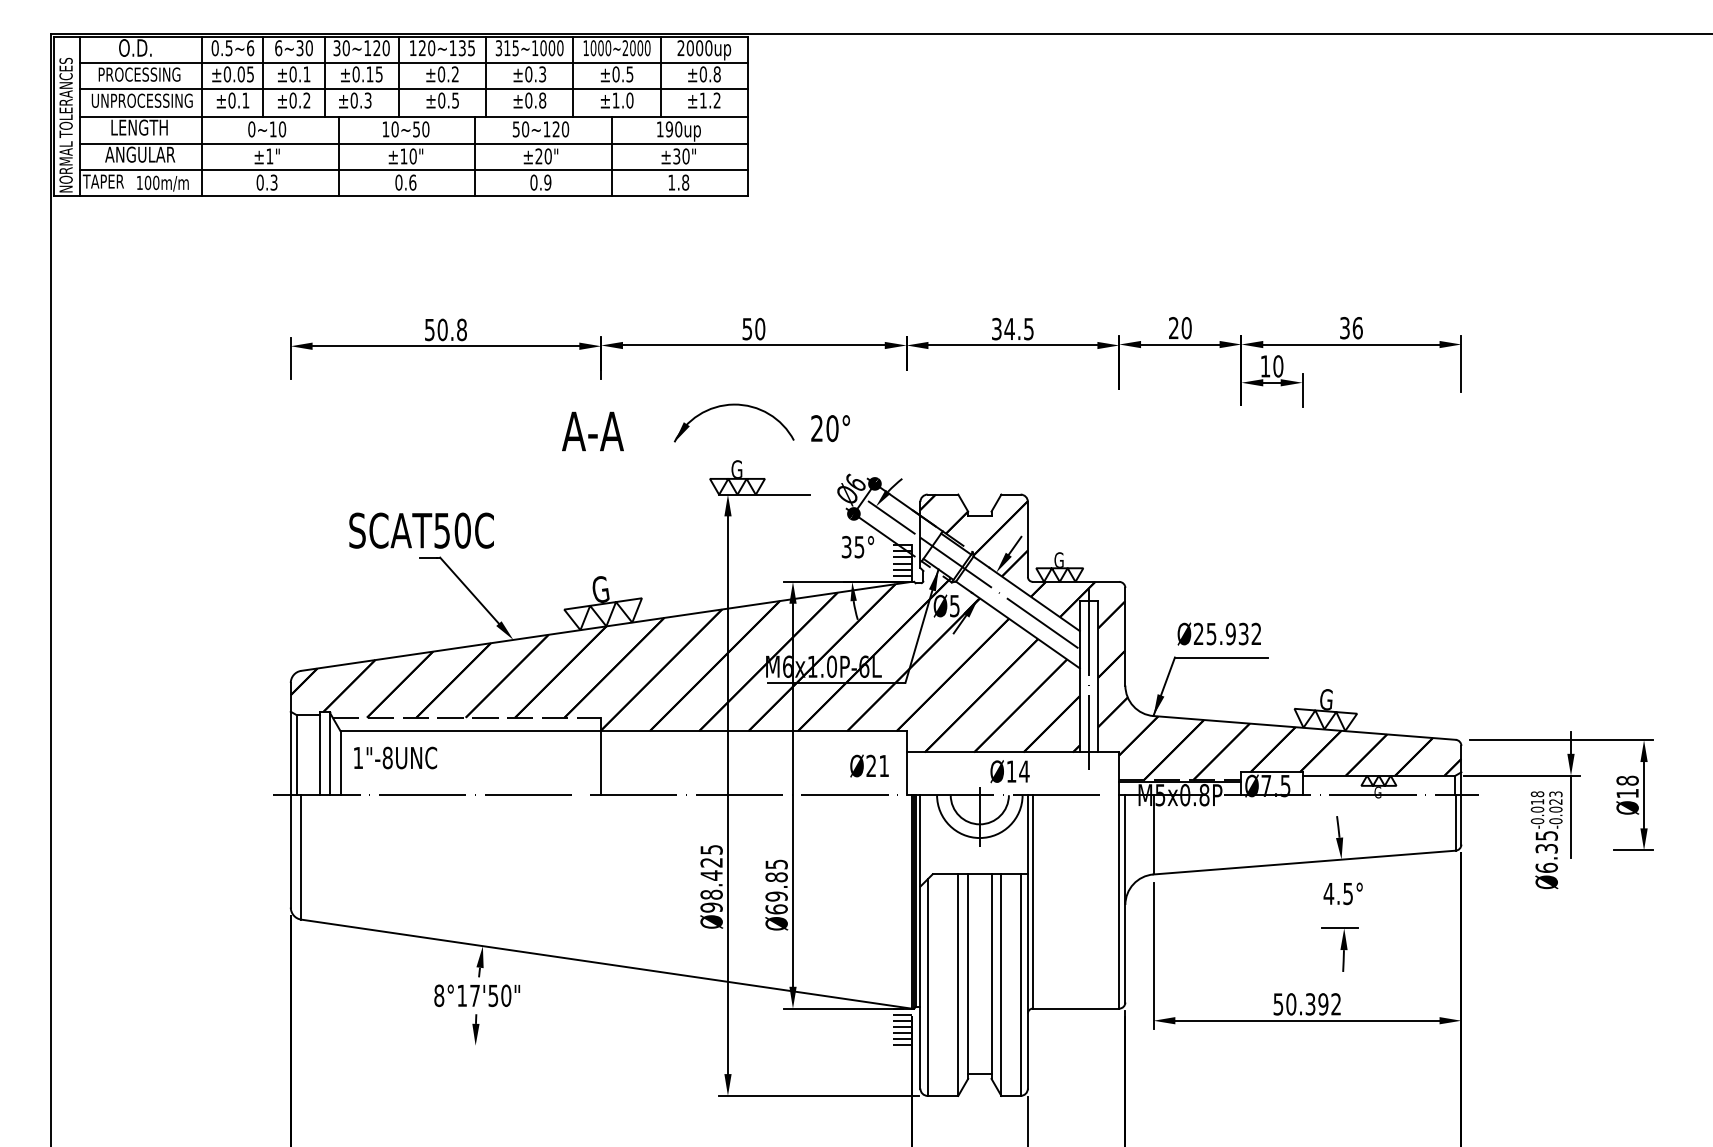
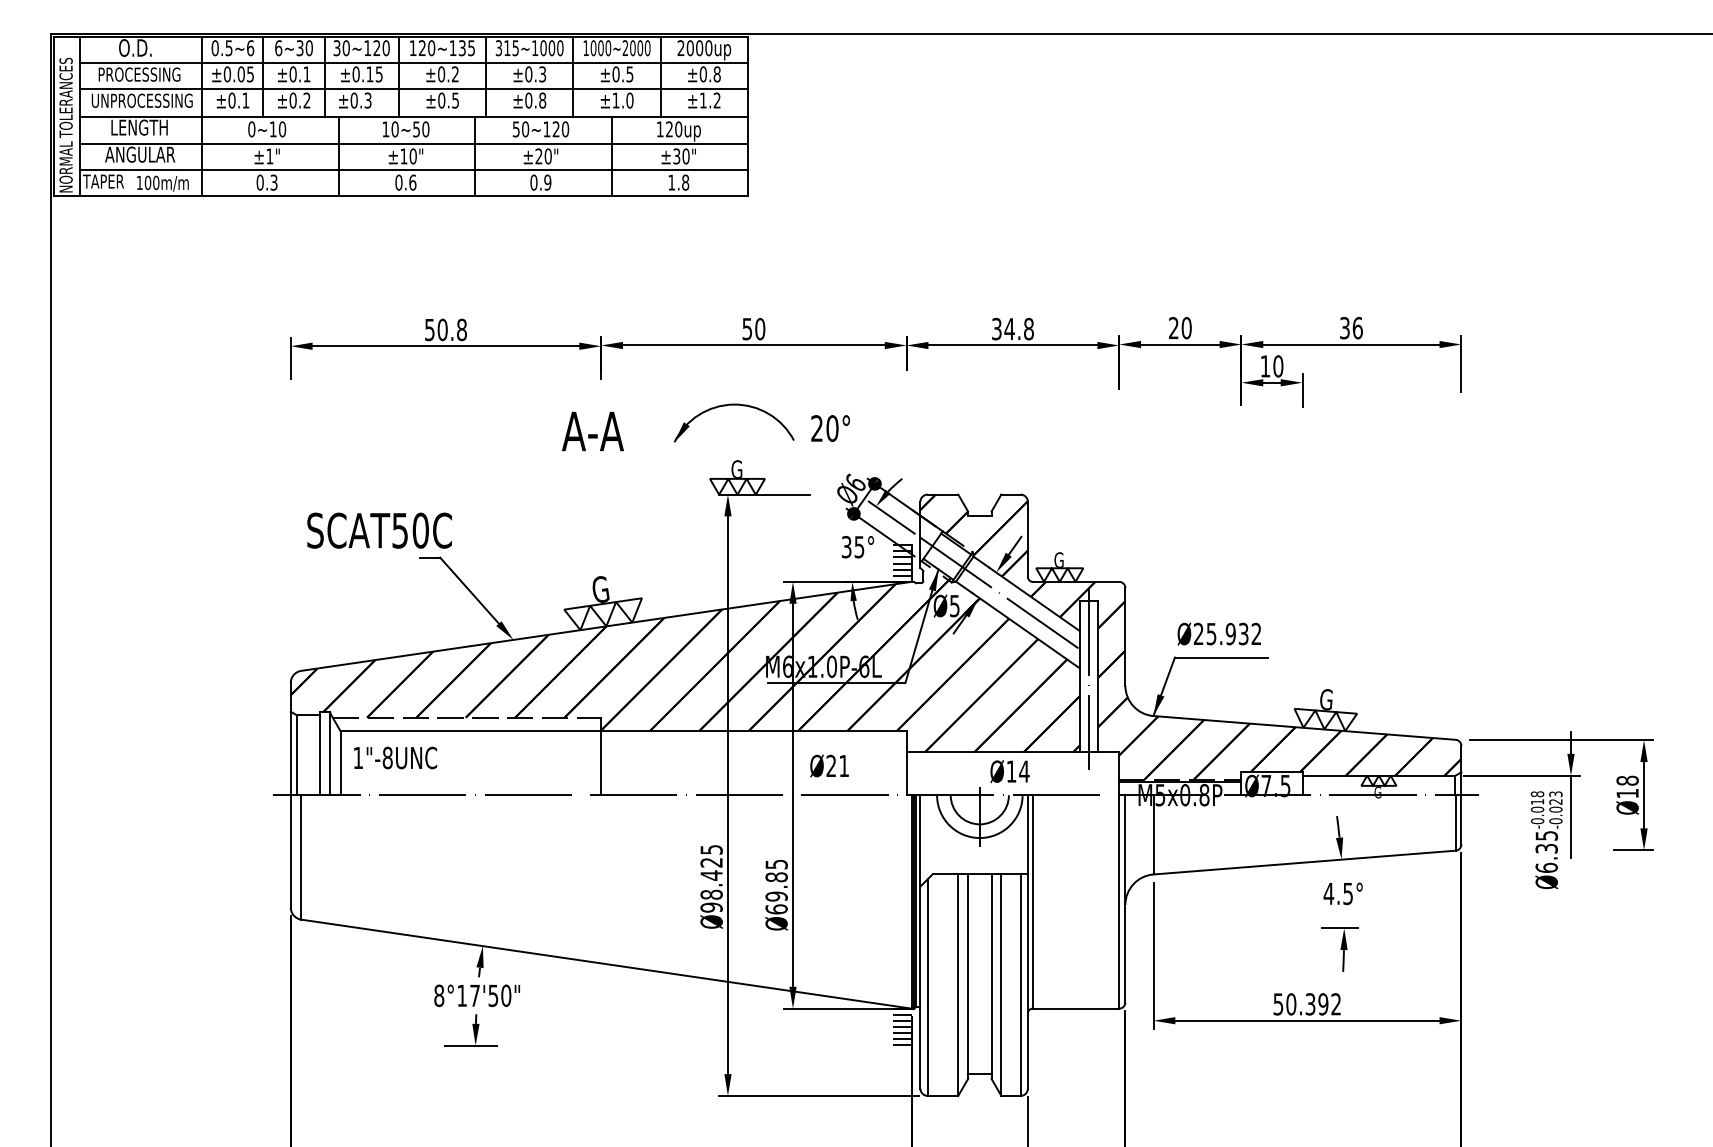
text at (669, 129): 190up -> 120up
text at (1028, 328): 34.5 -> 34.8
text at (421, 530) position: (421, 530) -> (379, 530)
text at (869, 765) position: (869, 765) -> (829, 765)
line at (470, 1045): none -> present
